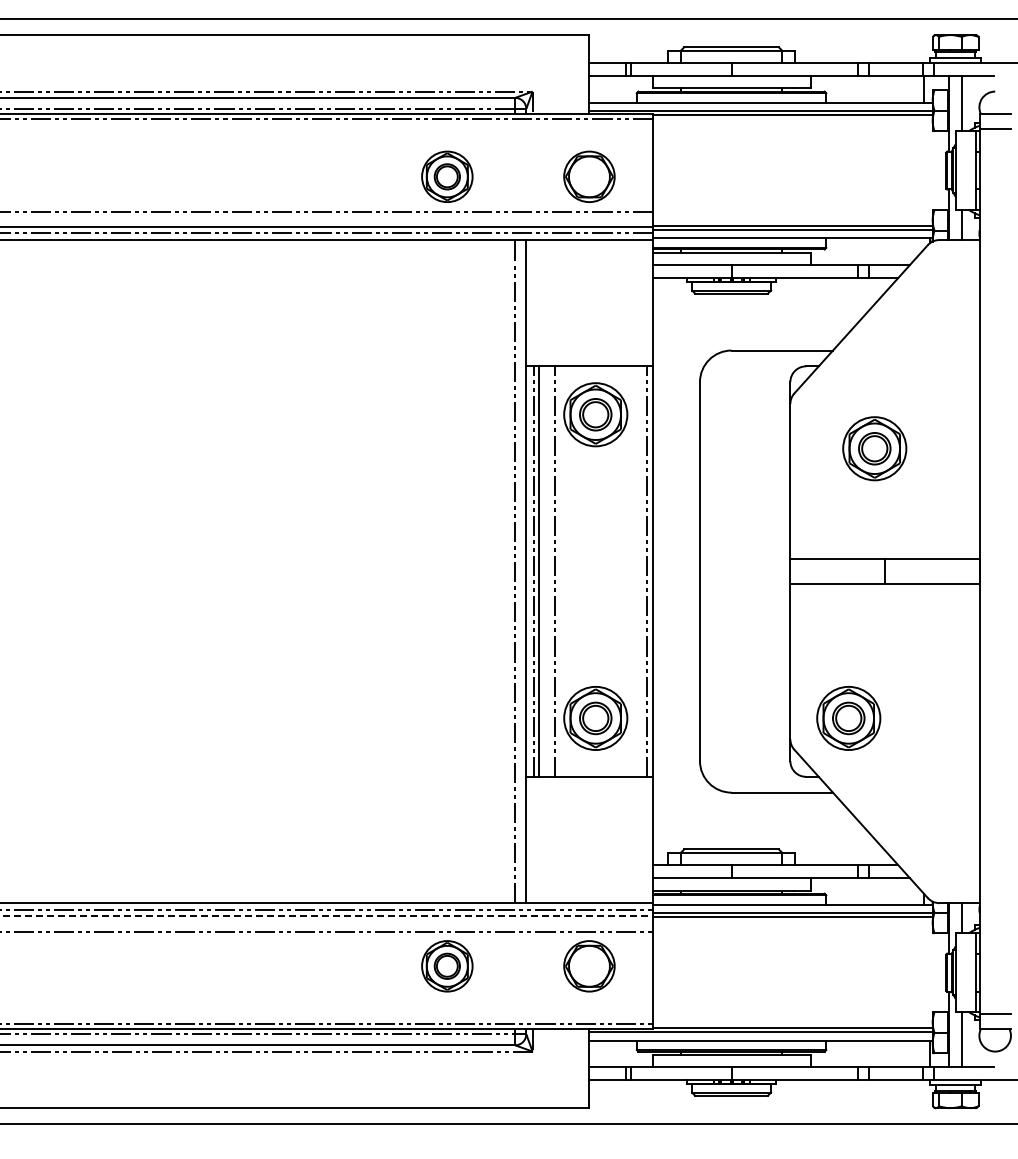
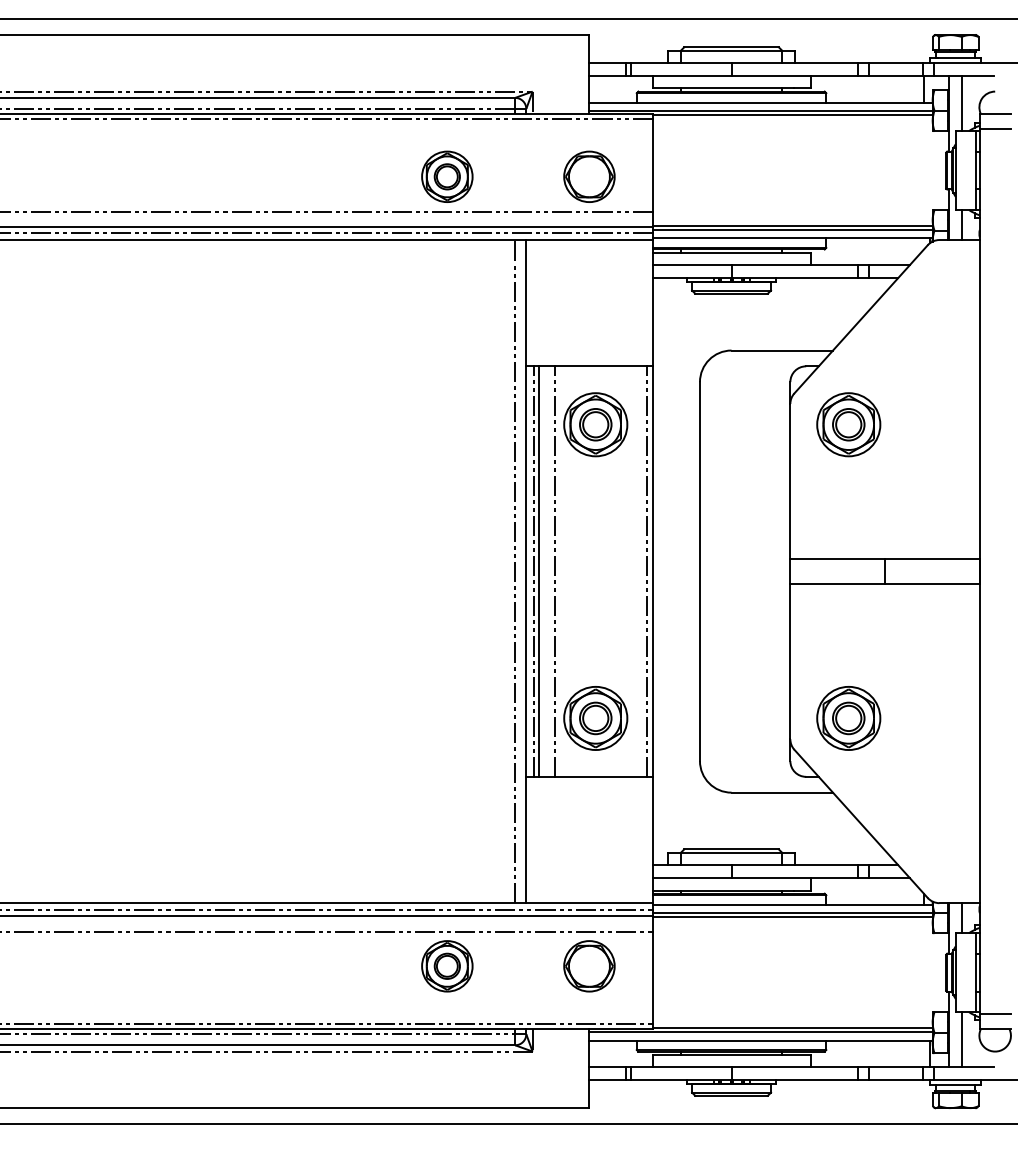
part at (595, 414) position: (595, 414) -> (595, 424)
part at (874, 448) position: (874, 448) -> (848, 424)
line at (326, 915): dashed -> solid
